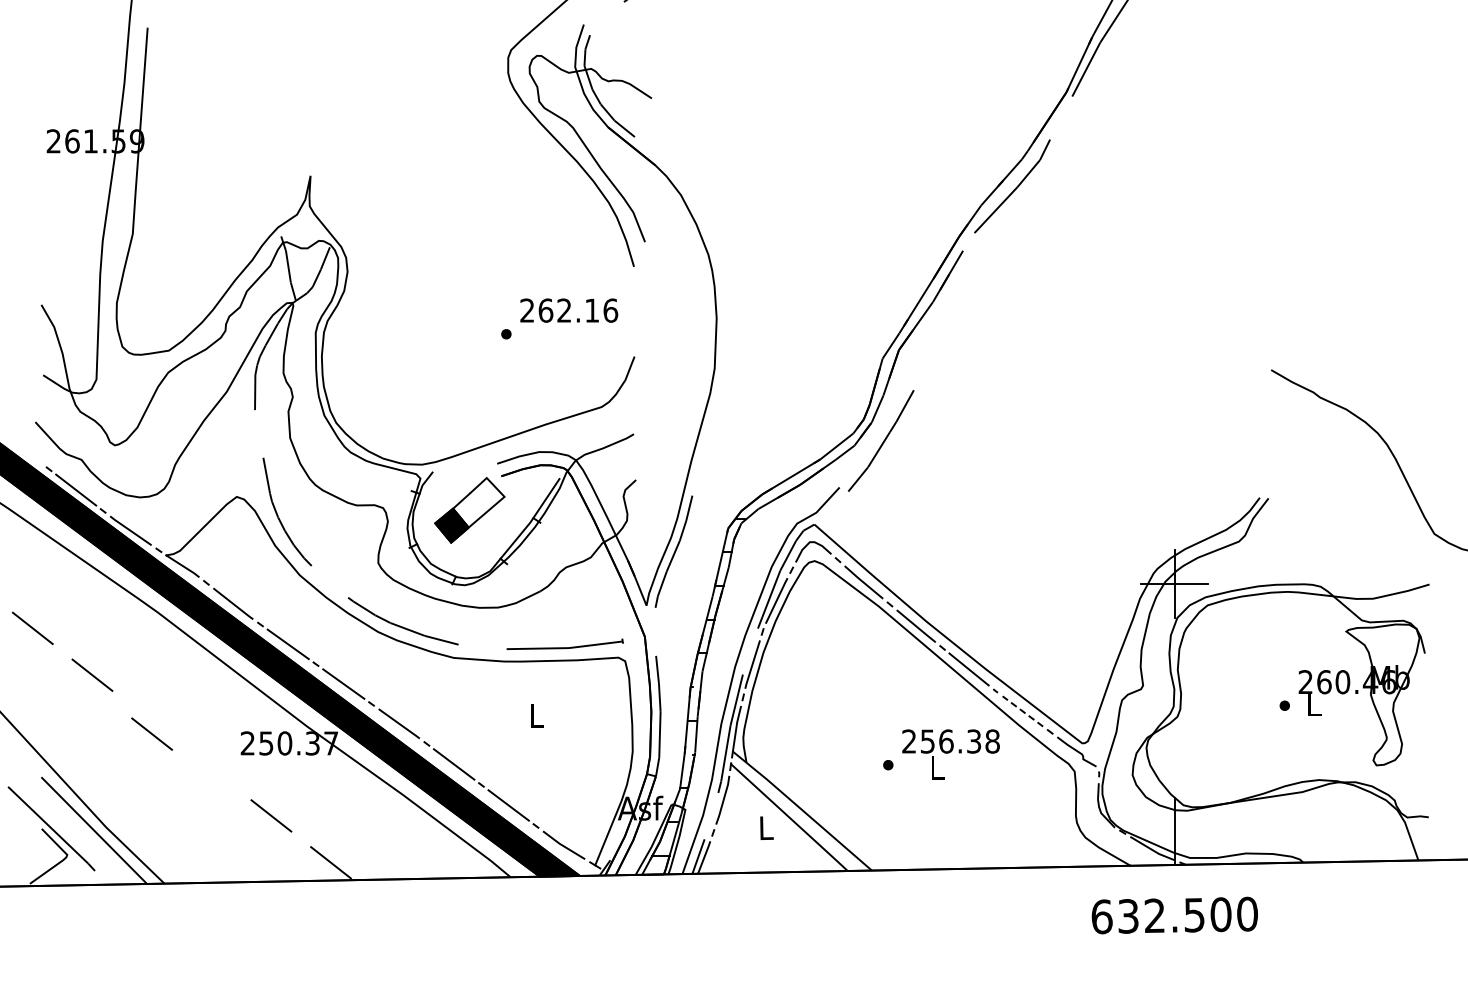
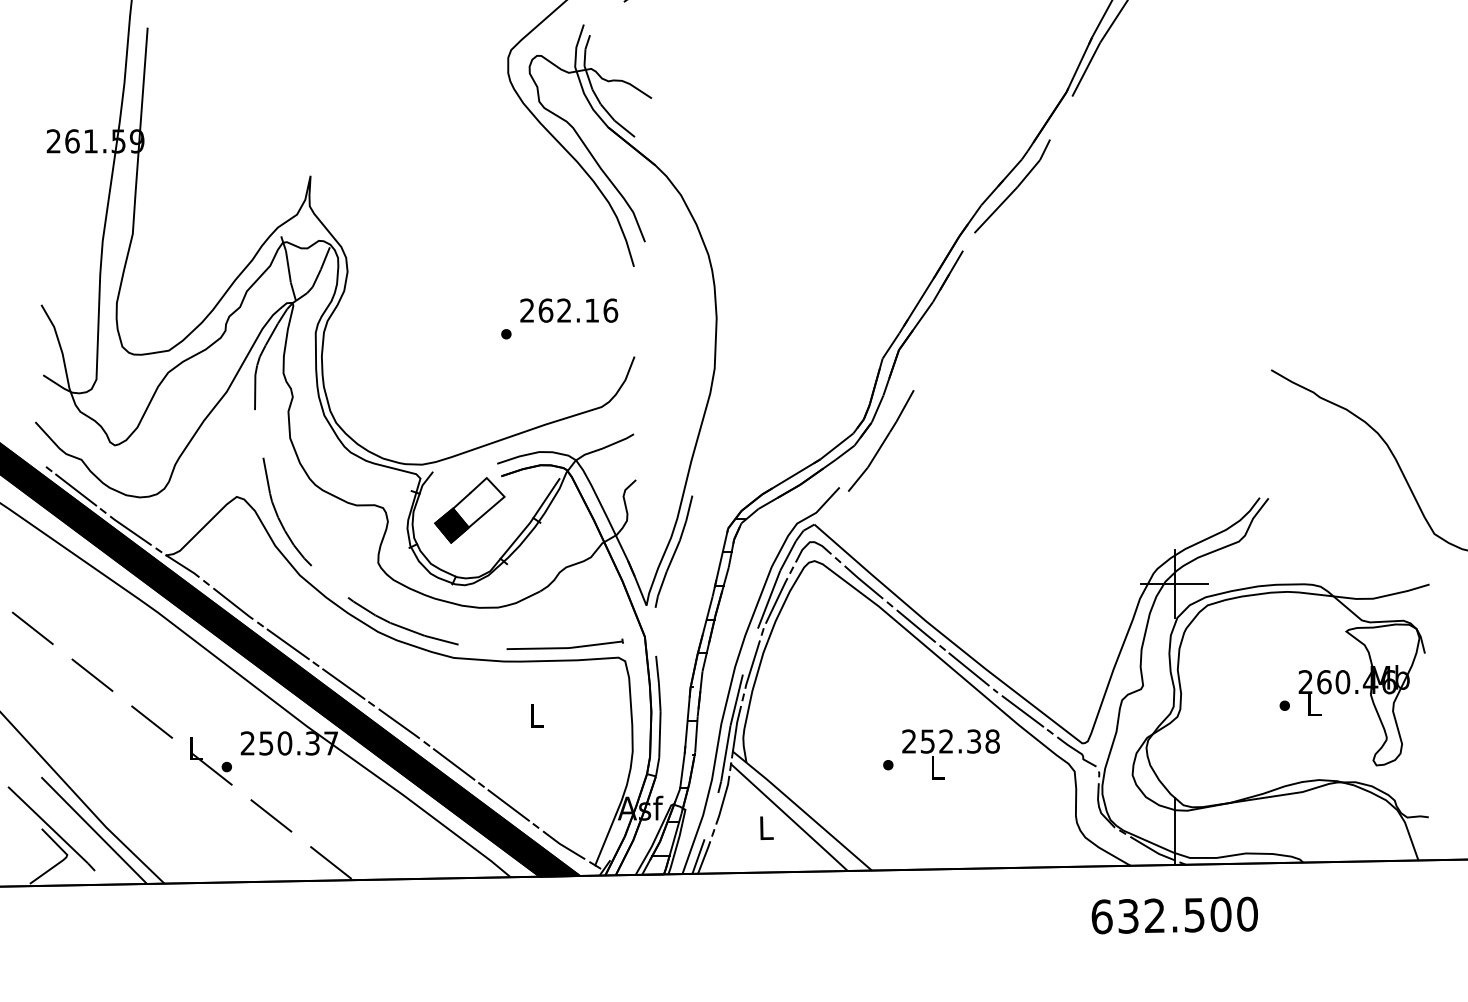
line at (1022, 711): dashed -> solid
line at (152, 733) position: (152, 733) -> (152, 721)
text at (946, 741): 256.38 -> 252.38
part at (211, 761): none -> present
